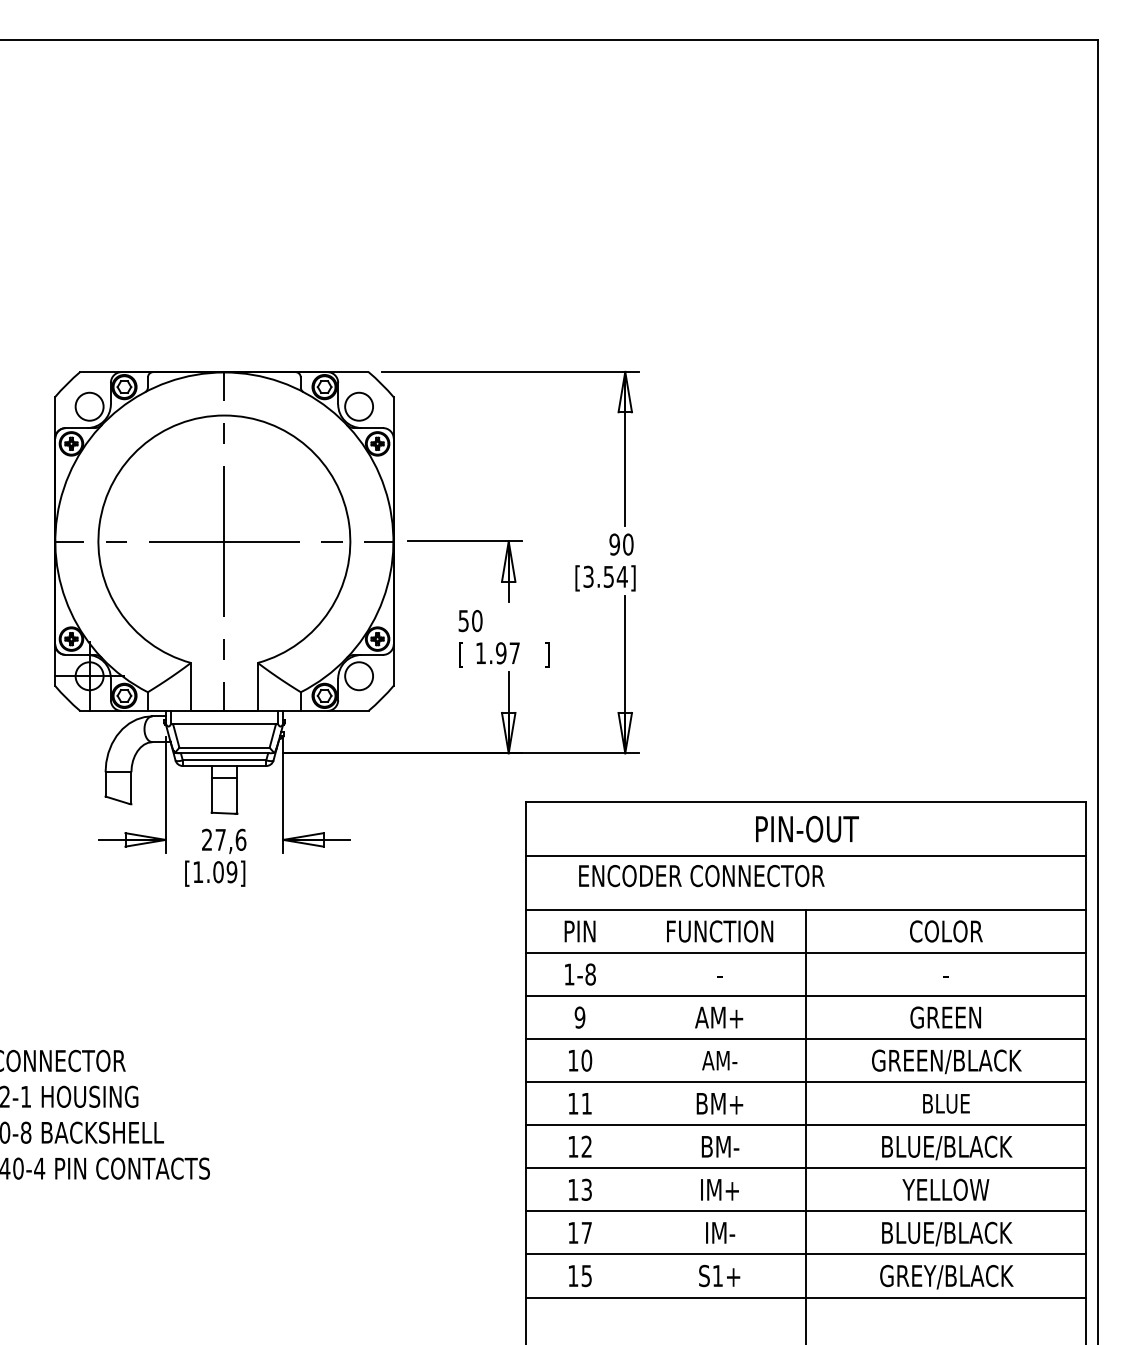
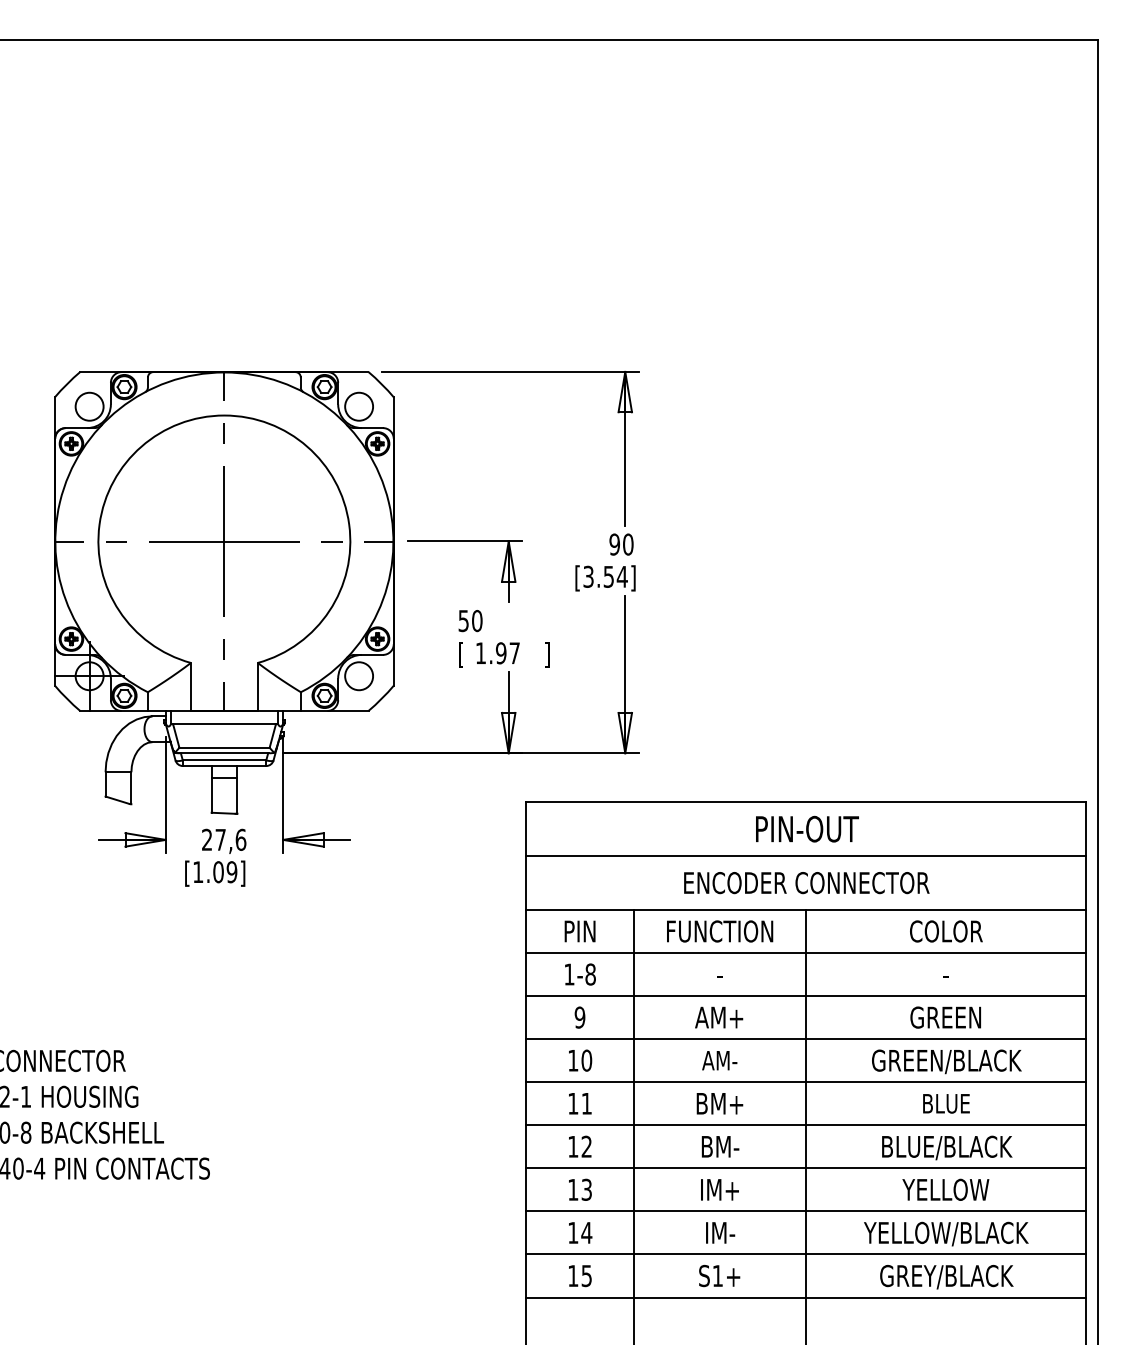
text at (701, 876) position: (701, 876) -> (806, 883)
line at (633, 1125): none -> present
text at (586, 1232): 17 -> 14
text at (946, 1233): BLUE/BLACK -> YELLOW/BLACK
